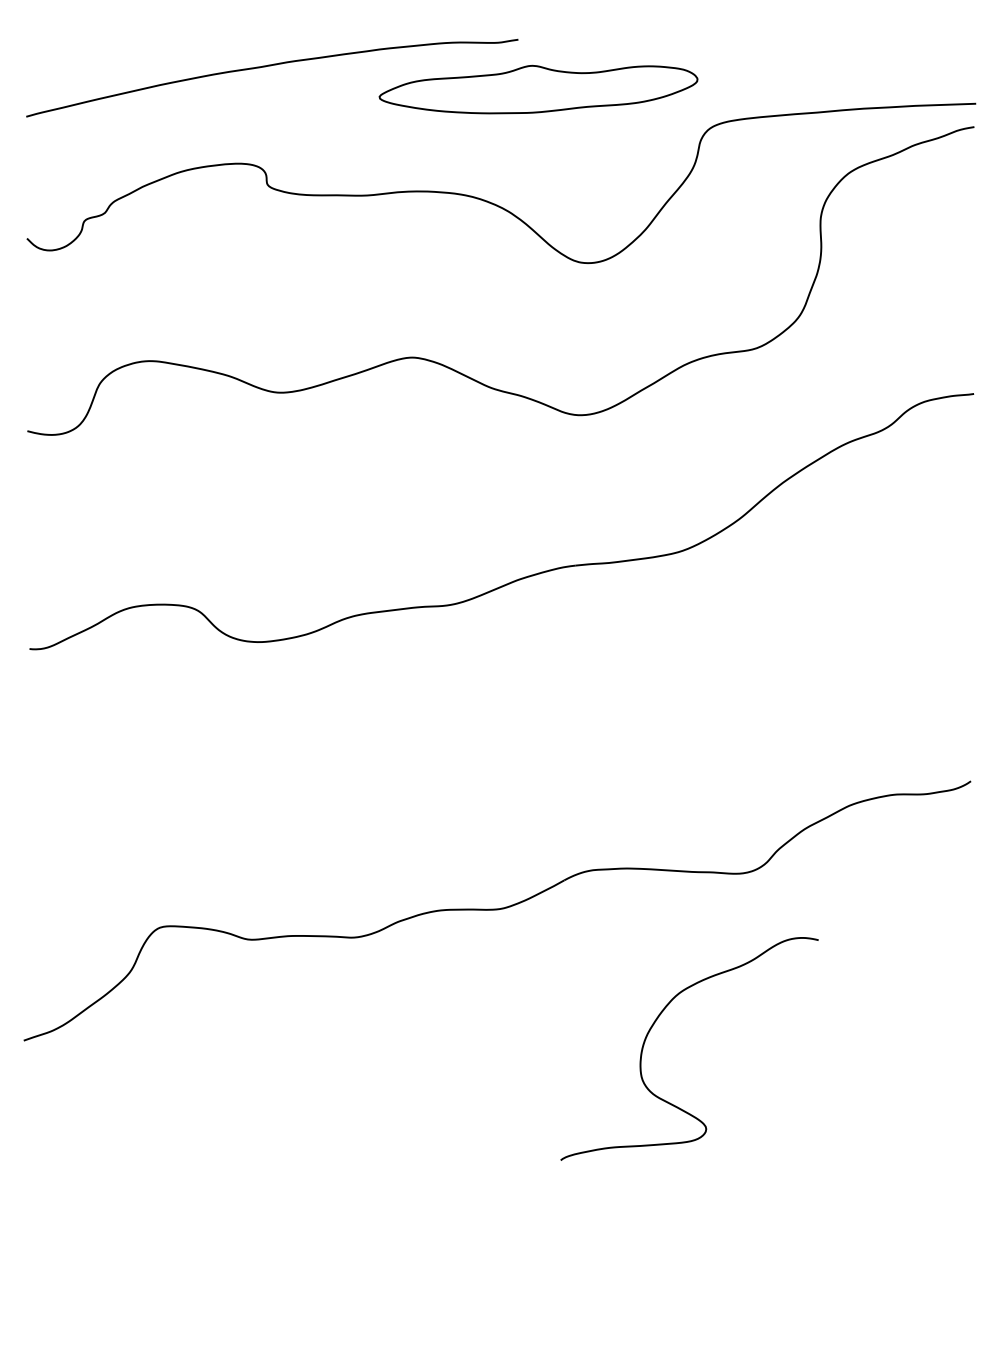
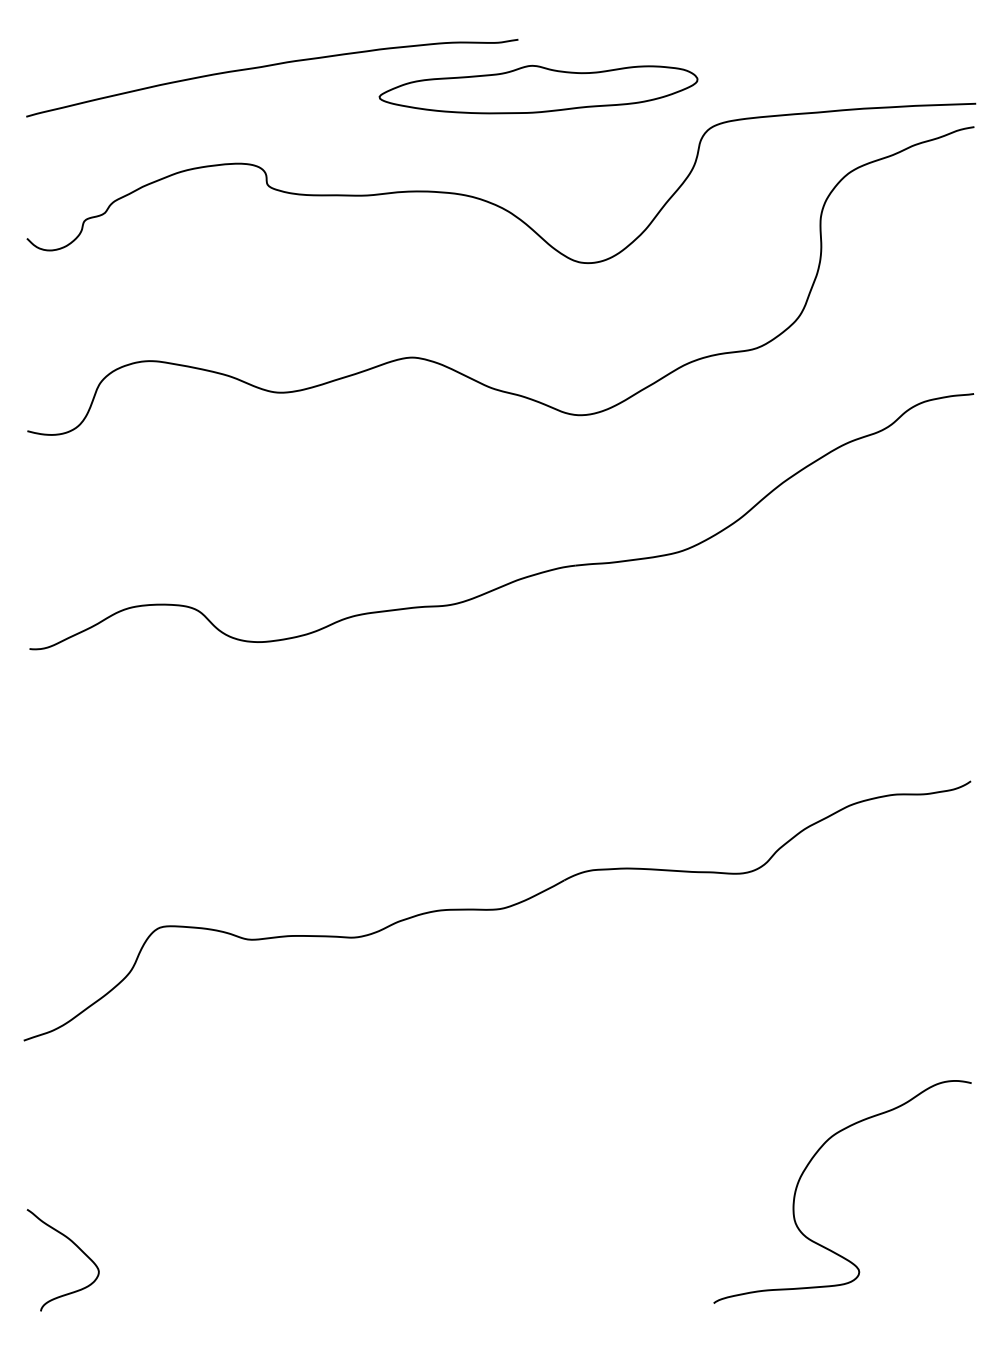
curve at (653, 1026) position: (653, 1026) -> (806, 1169)
curve at (73, 1244): none -> present
